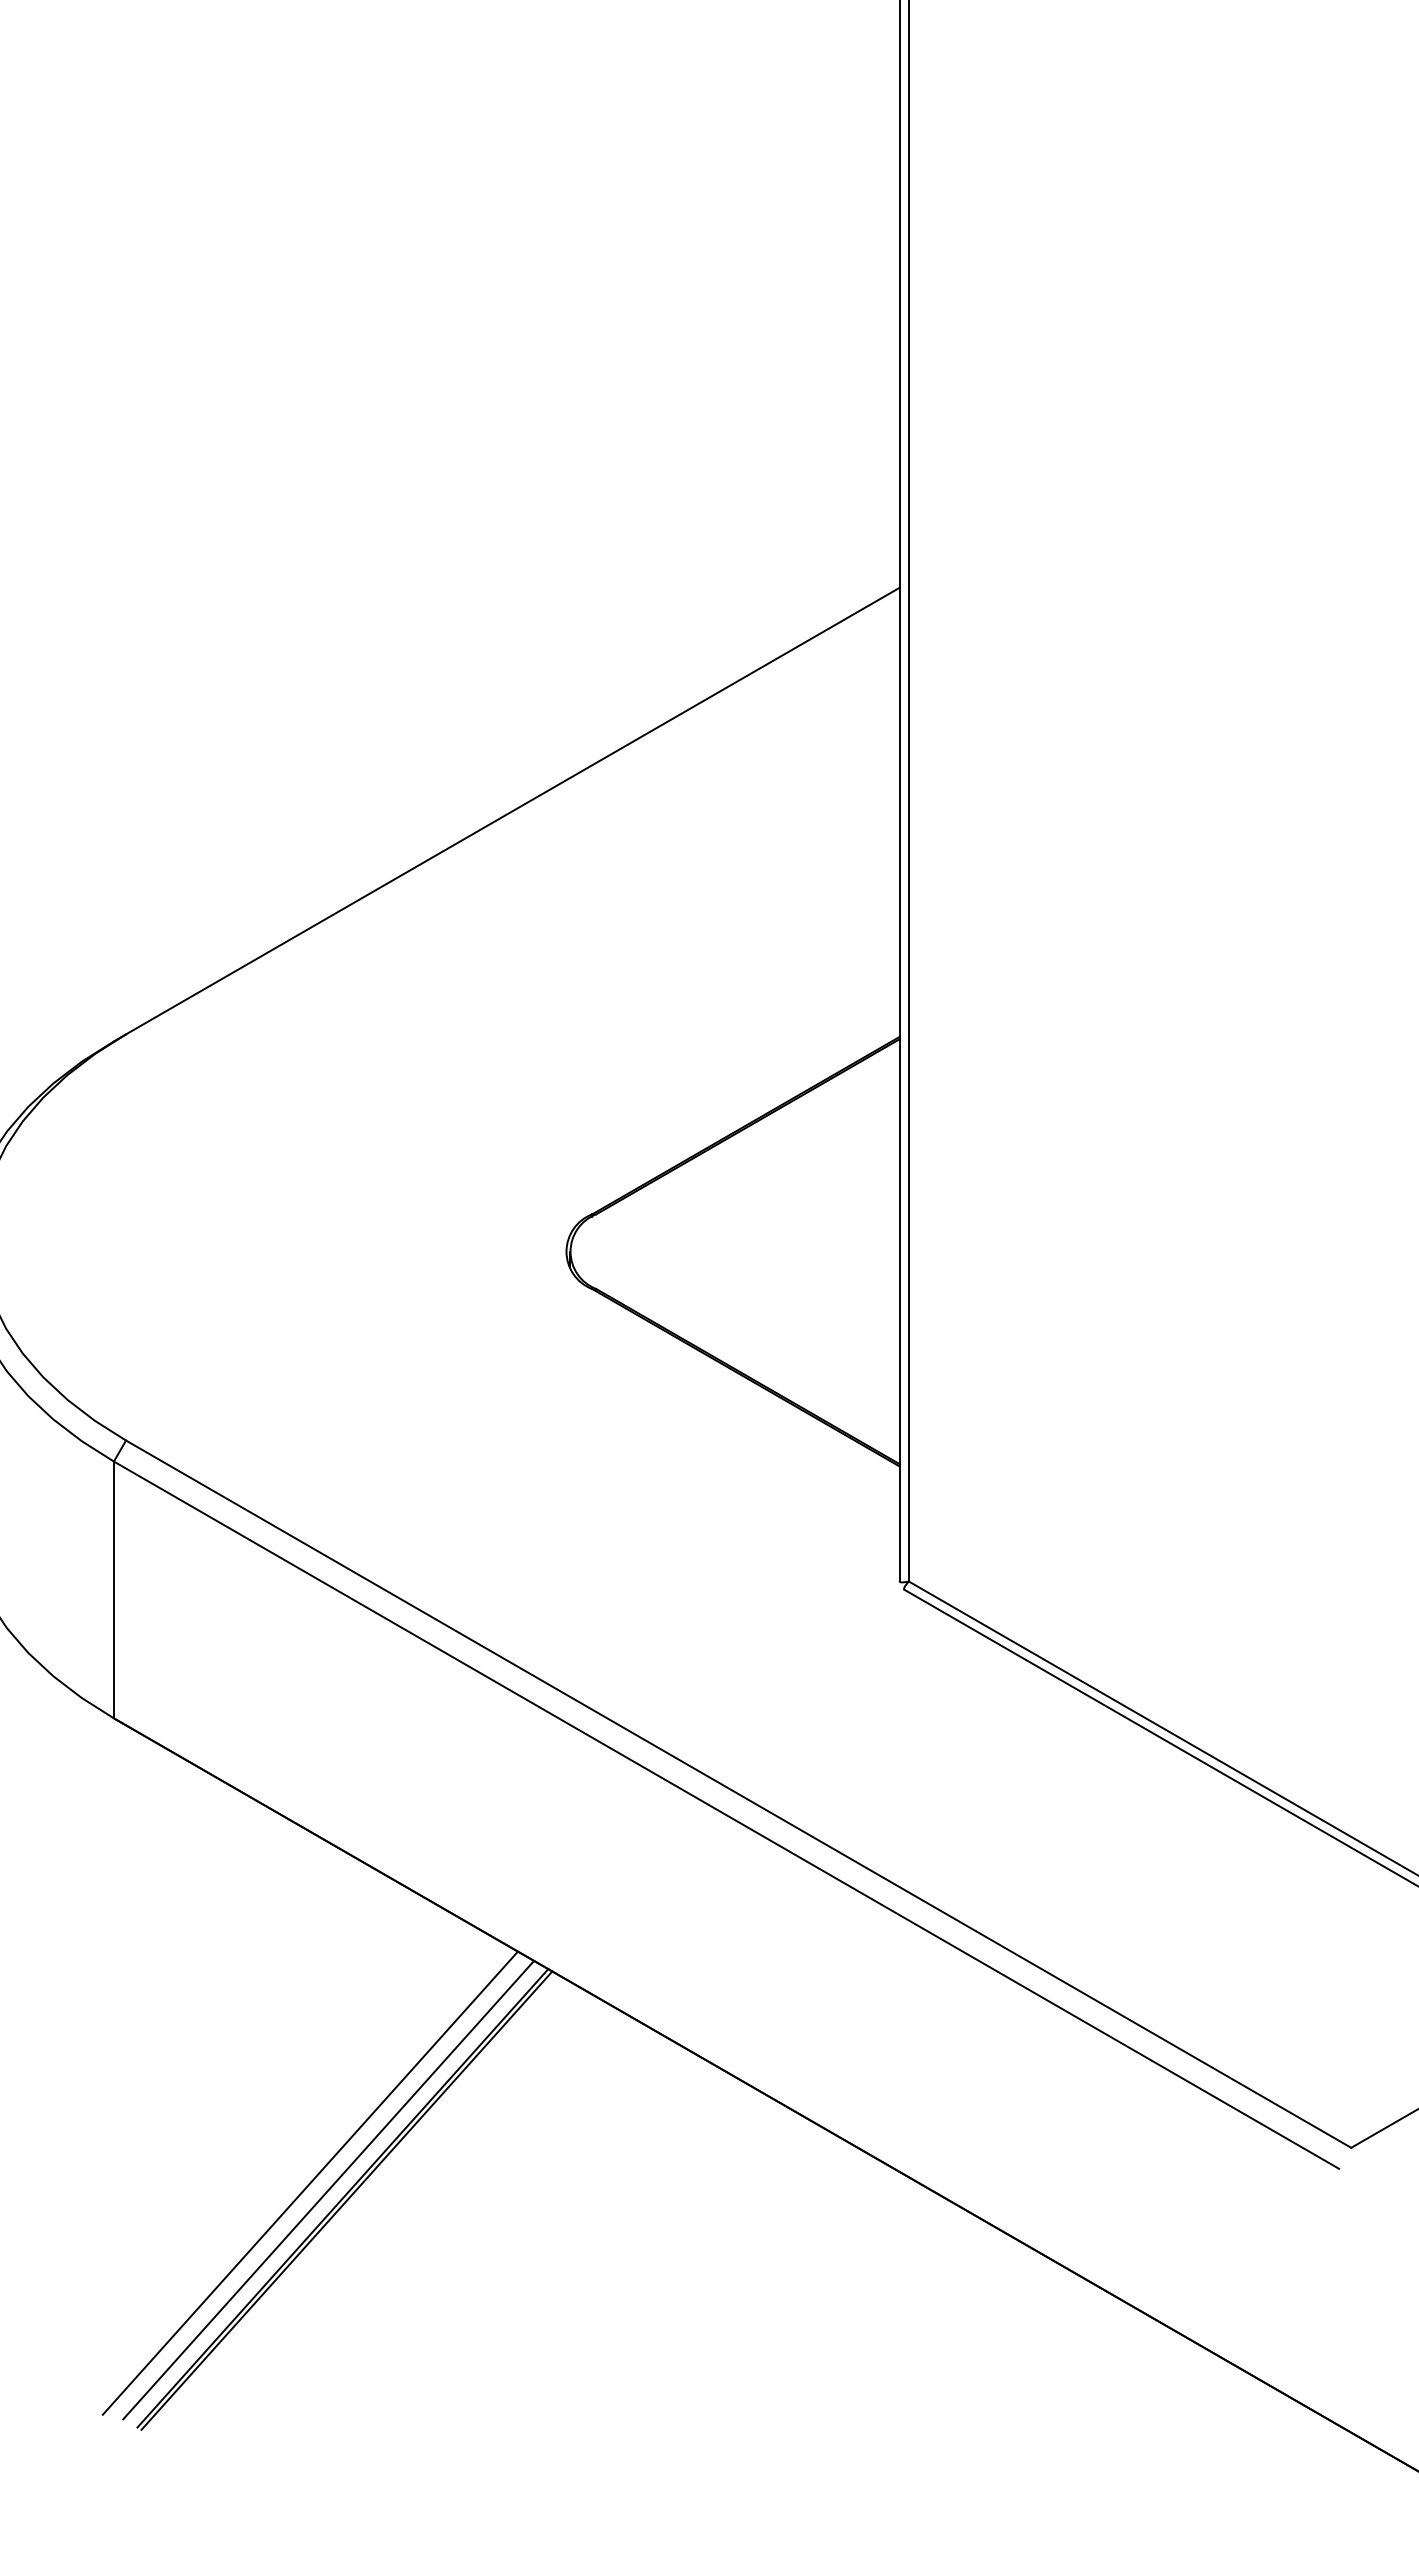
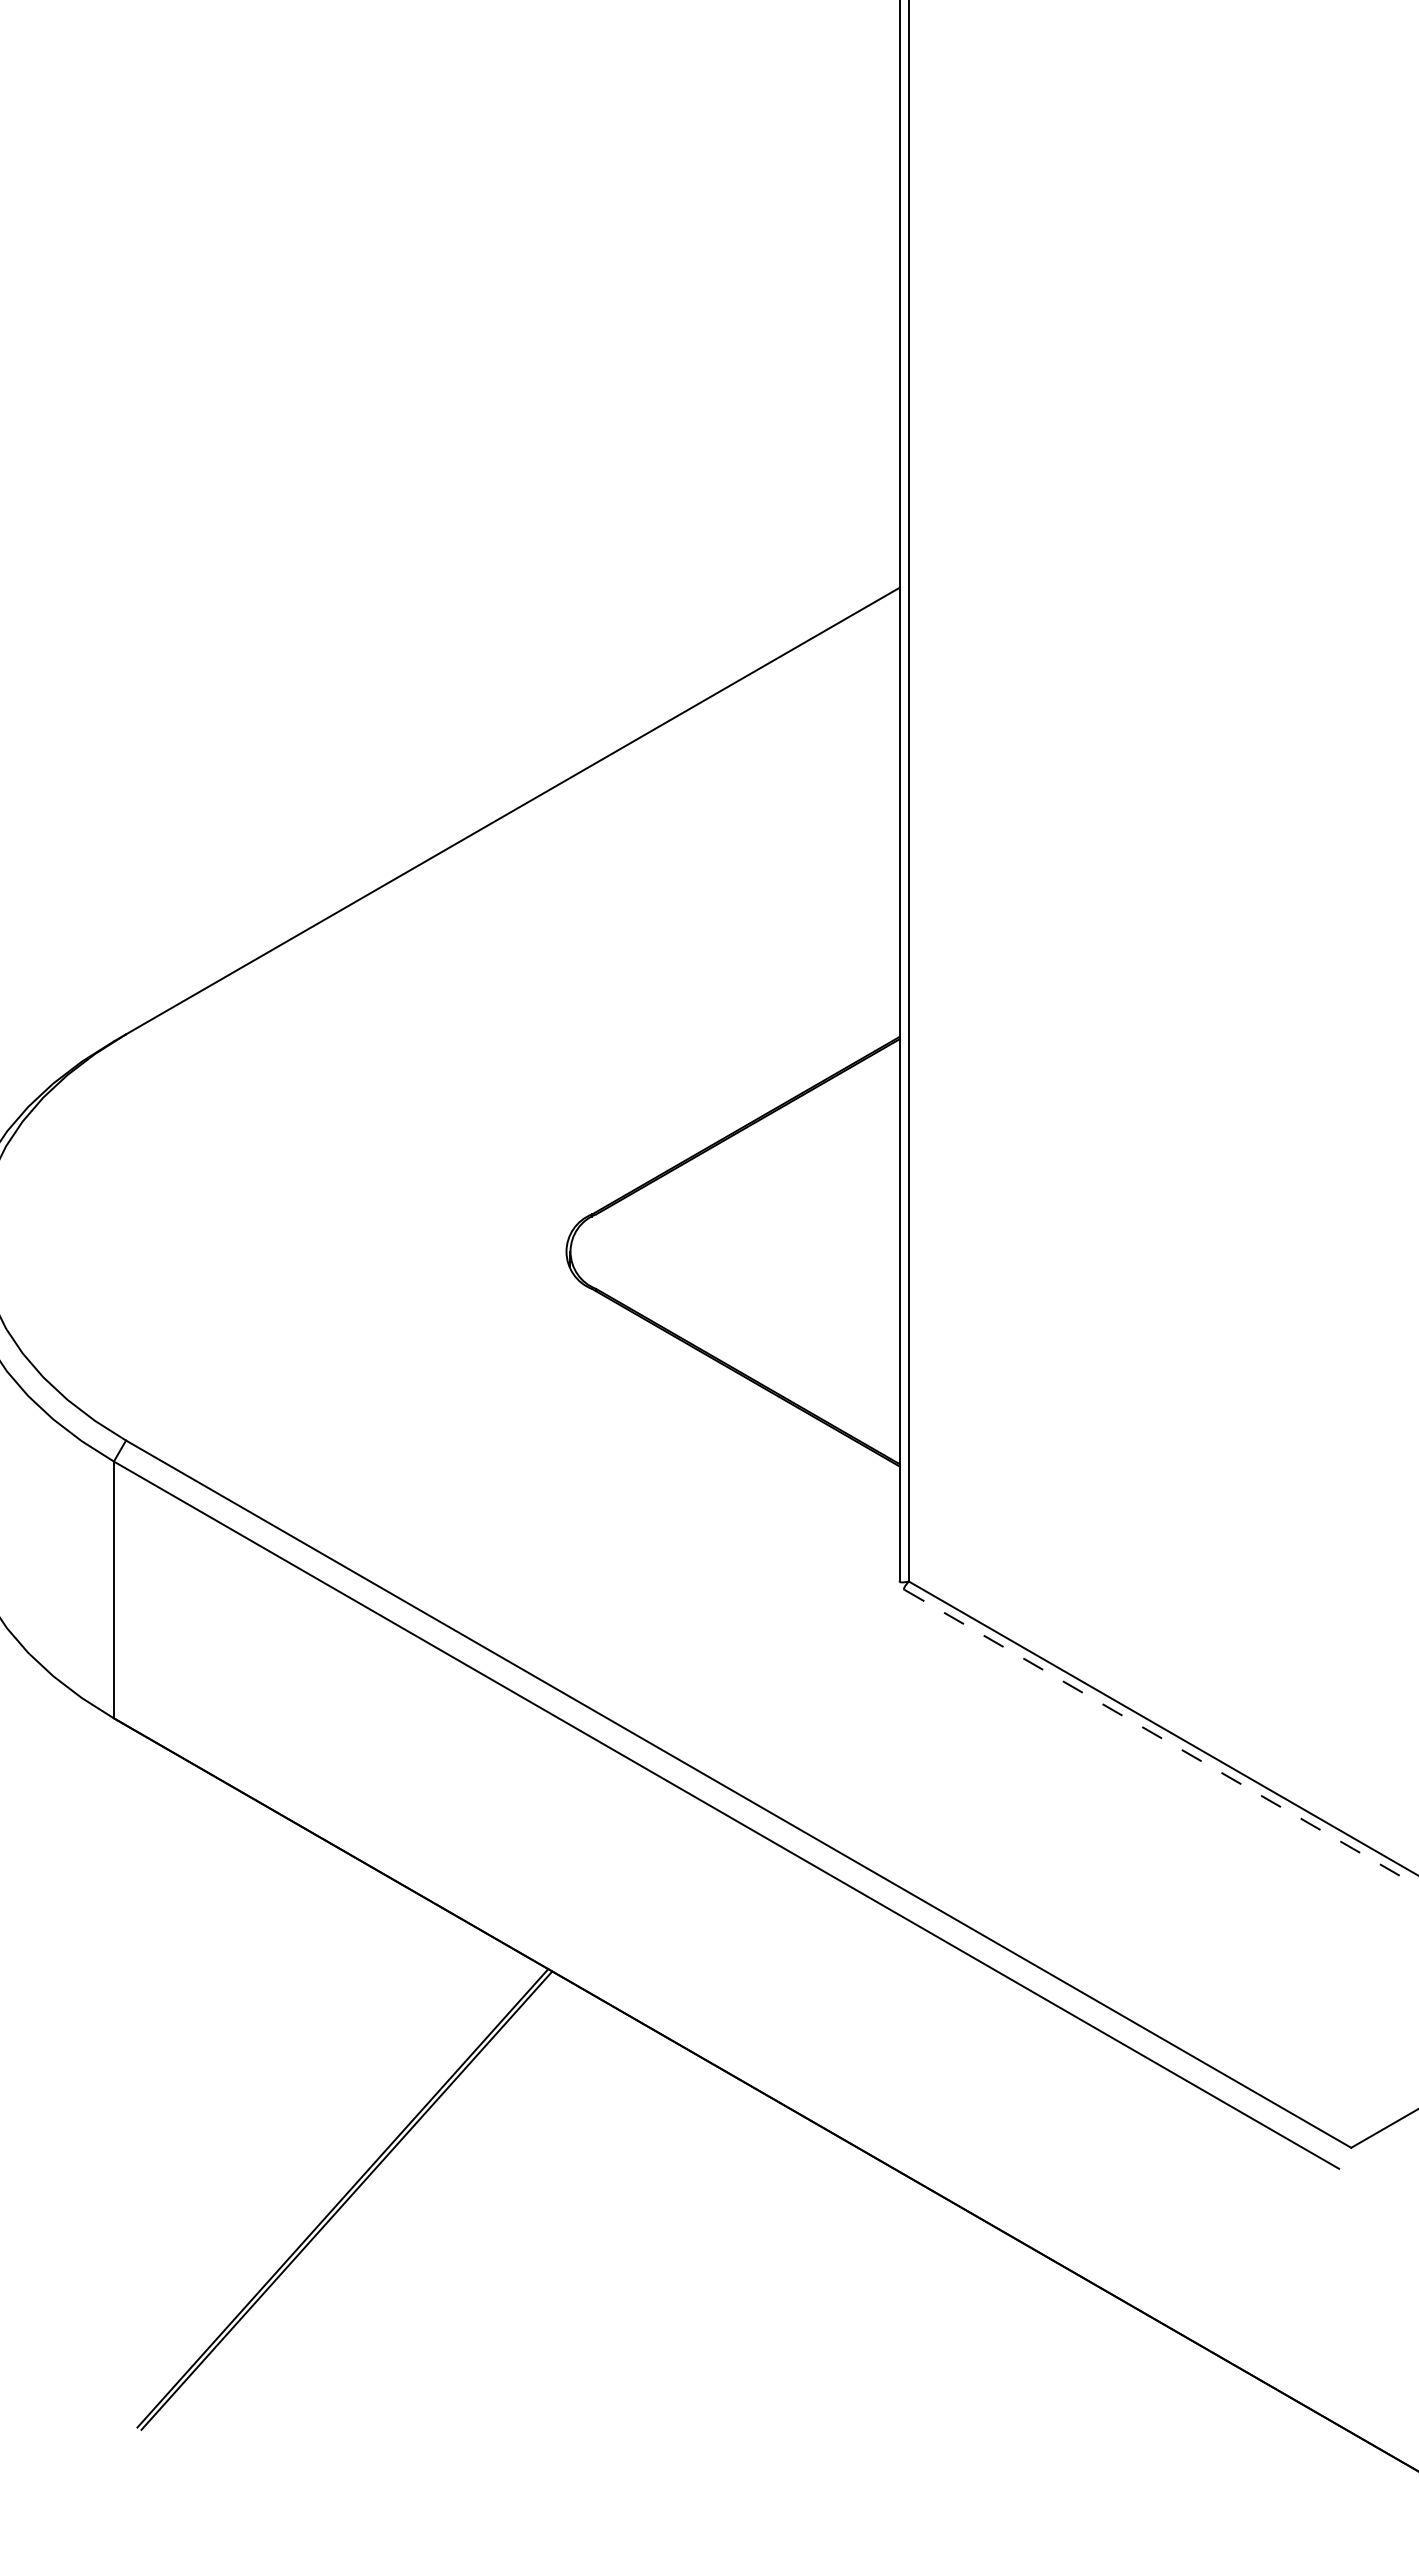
line at (1161, 1738): solid -> dashed
line at (309, 2182): present -> none
line at (328, 2189): present -> none
